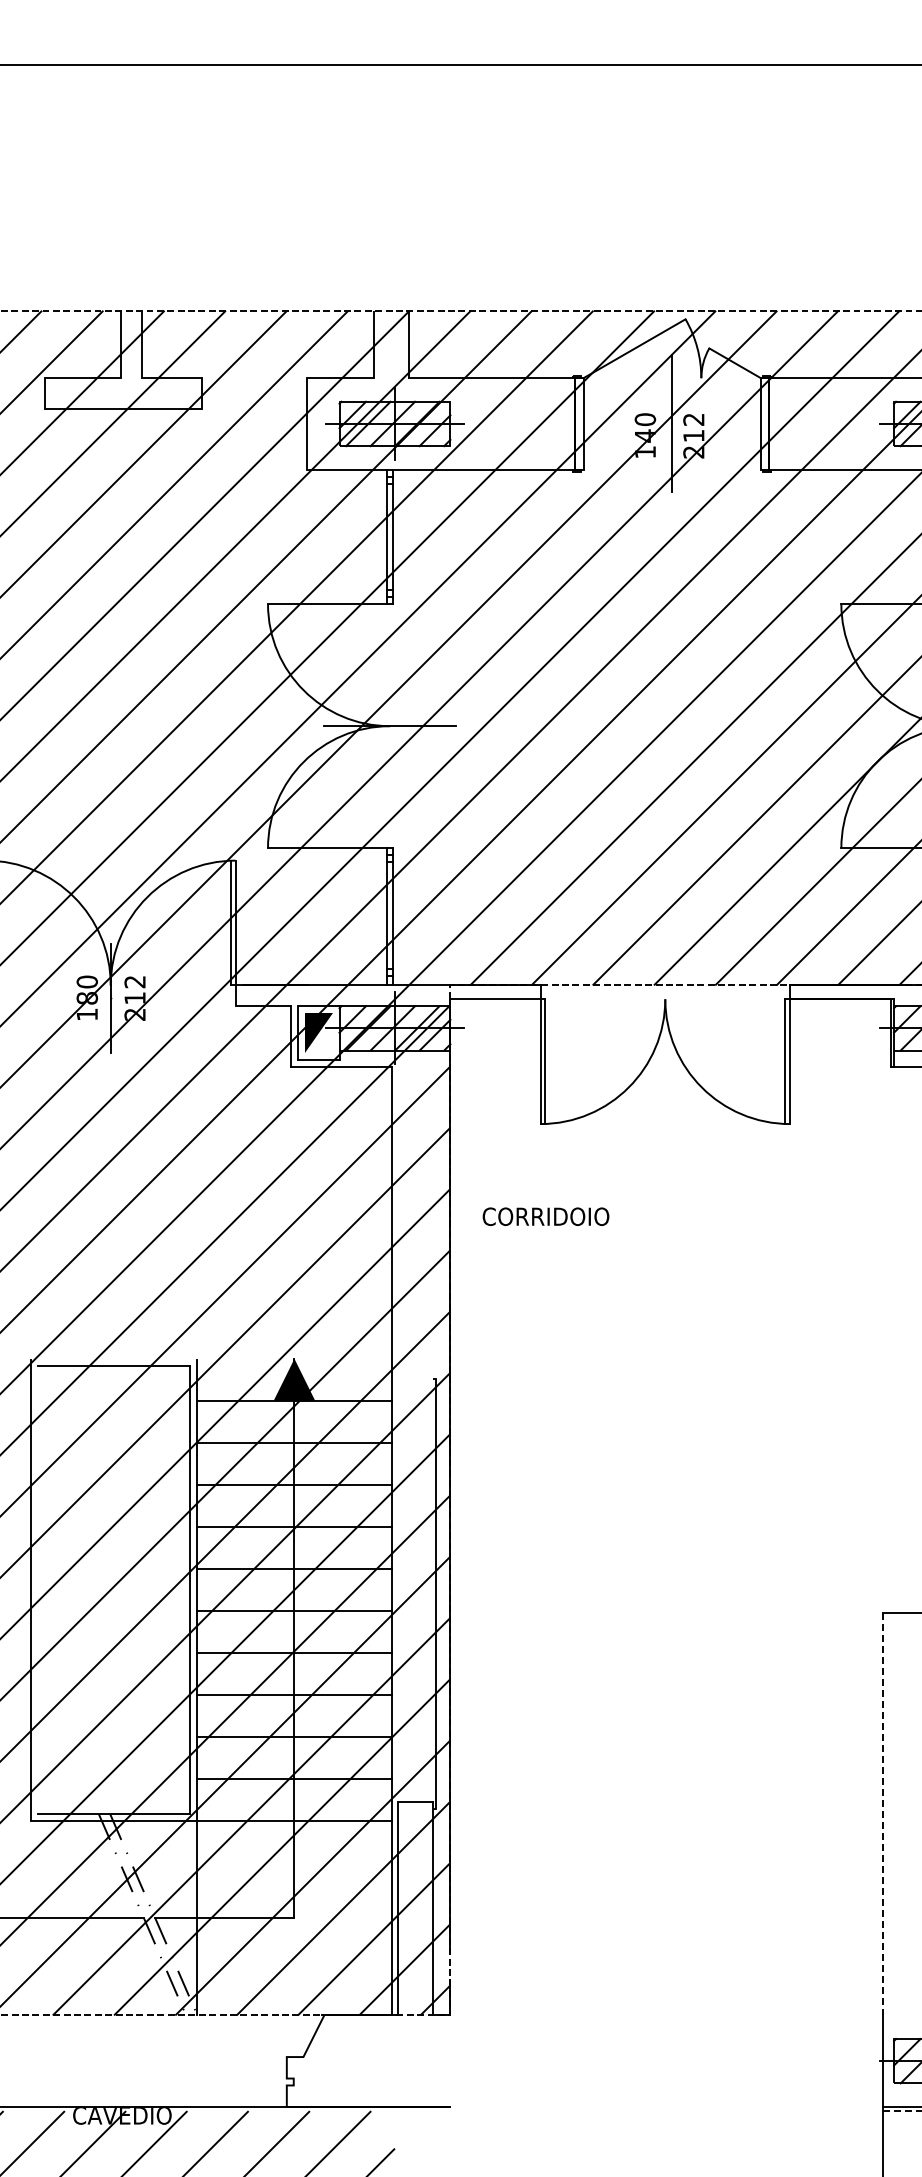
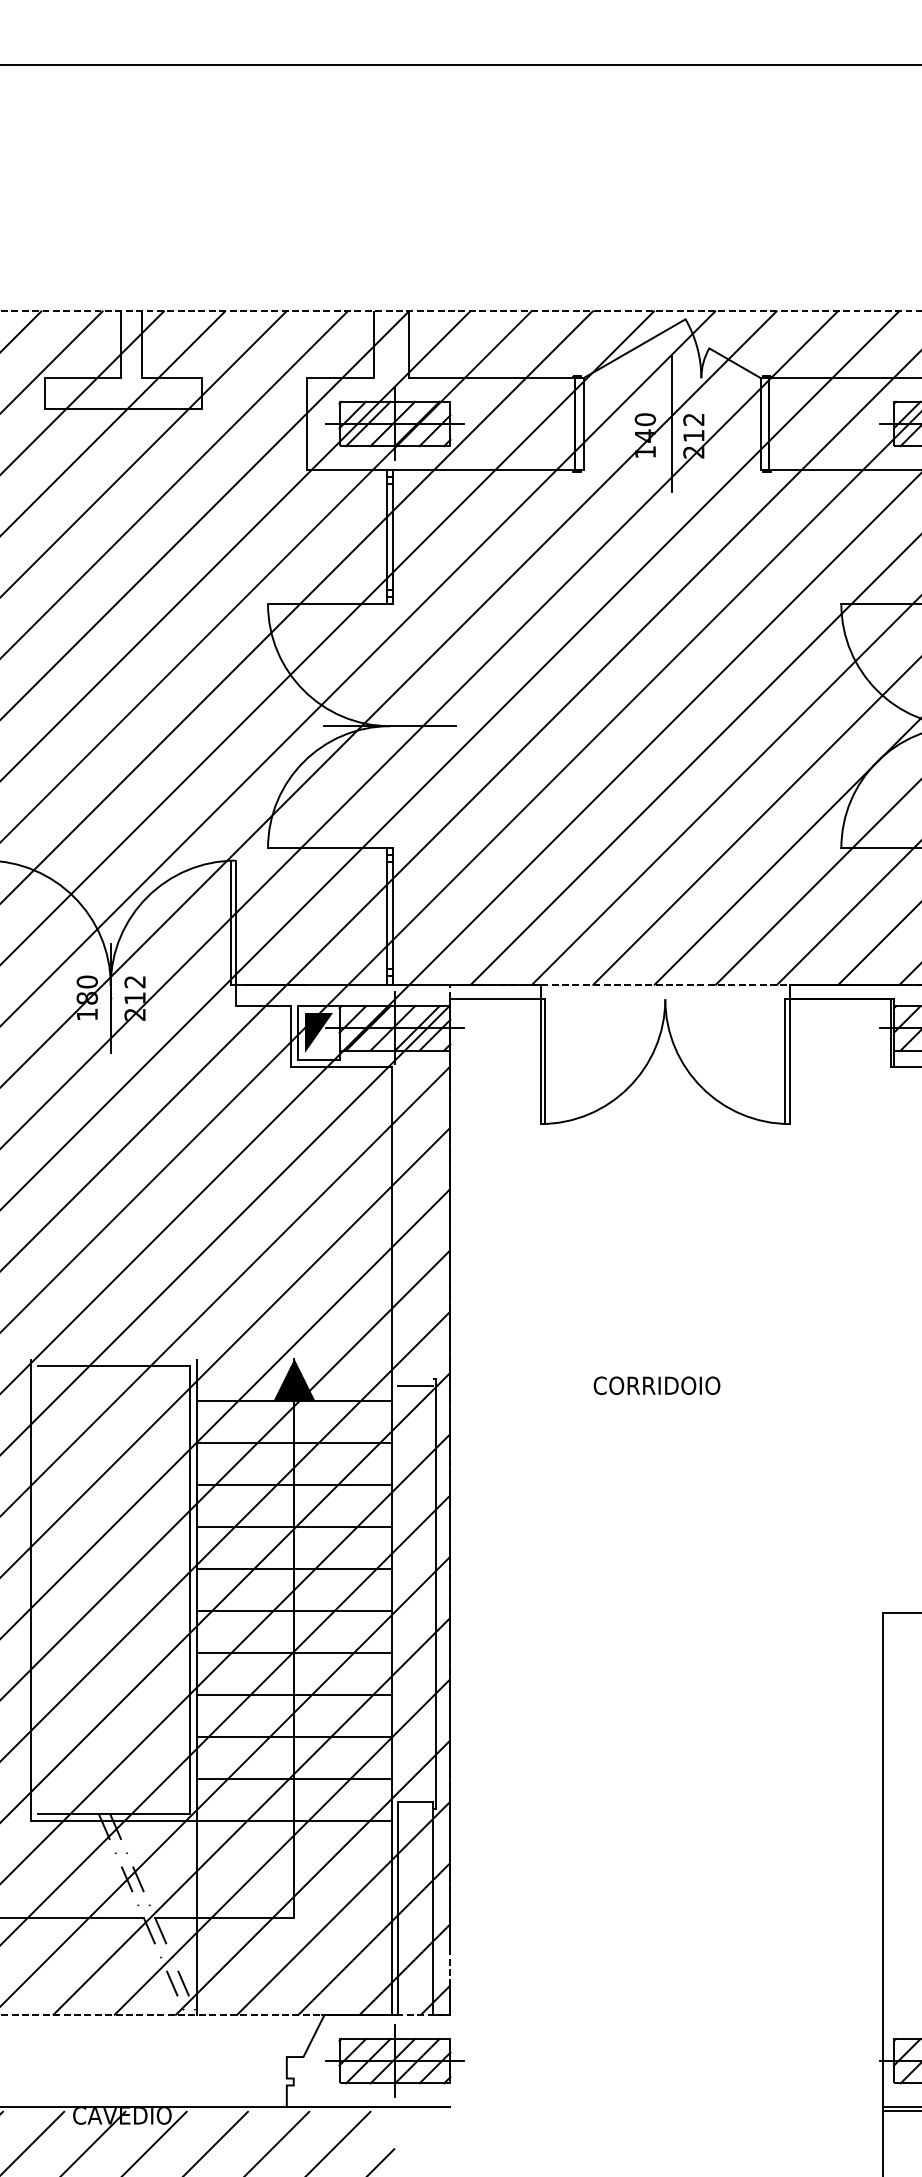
text at (545, 1216) position: (545, 1216) -> (656, 1385)
line at (415, 1386): none -> present
line at (883, 1814): dashed -> solid
part at (394, 2060): none -> present
line at (902, 2111): dashed -> solid
